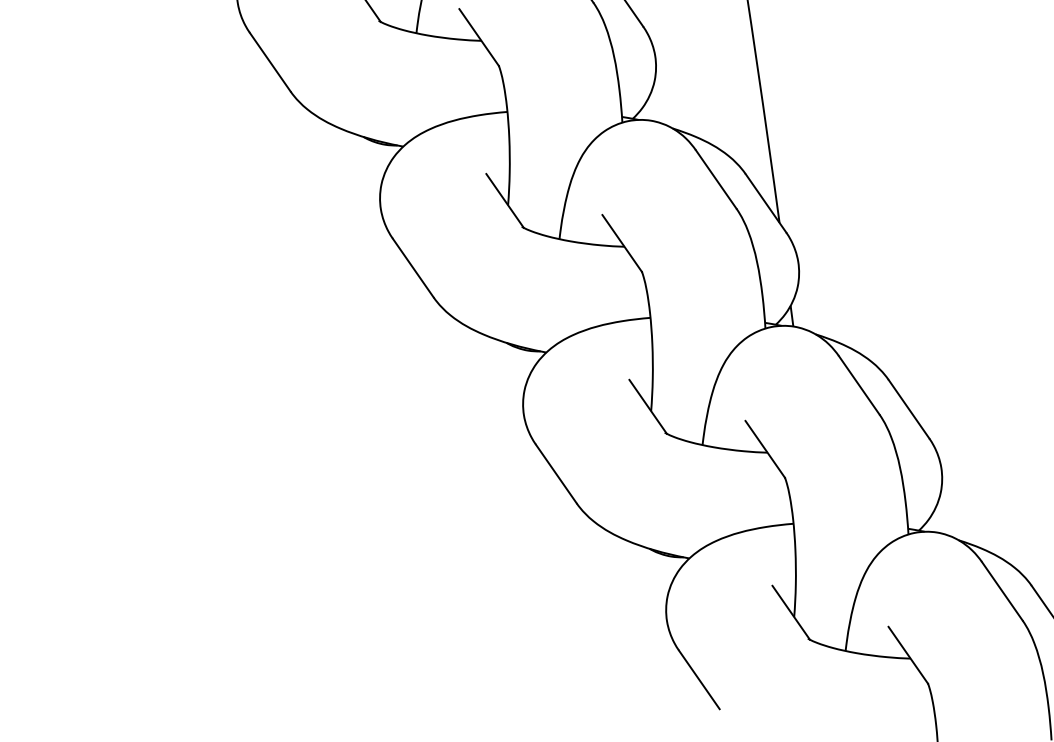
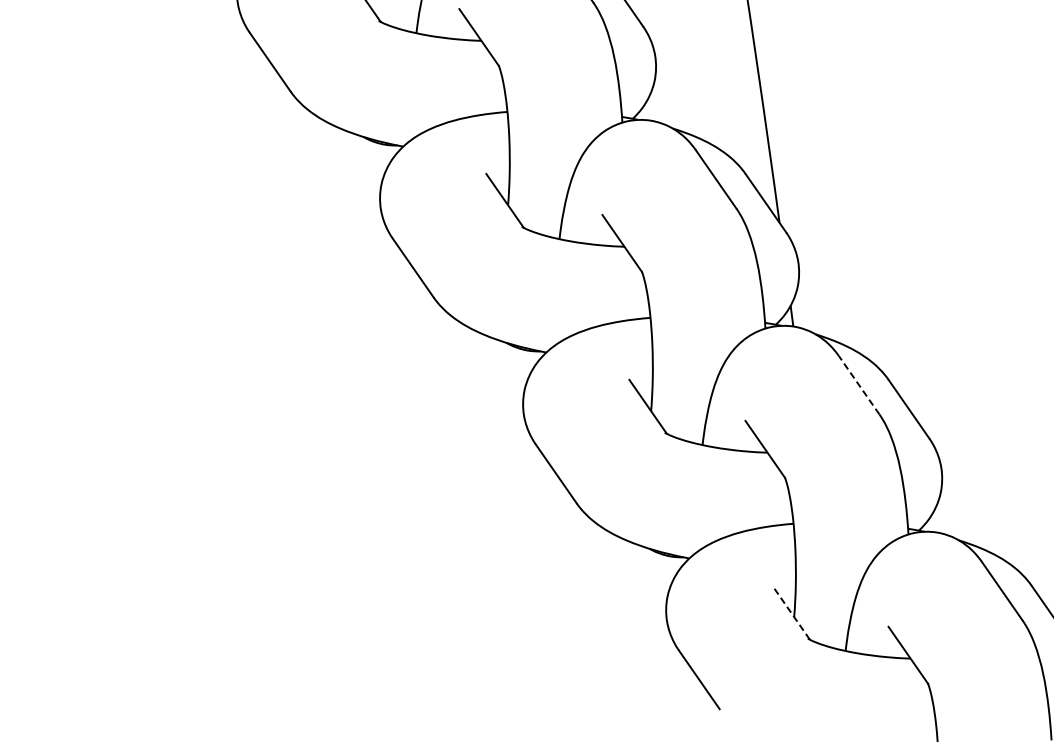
line at (859, 385): solid -> dashed
line at (791, 612): solid -> dashed
